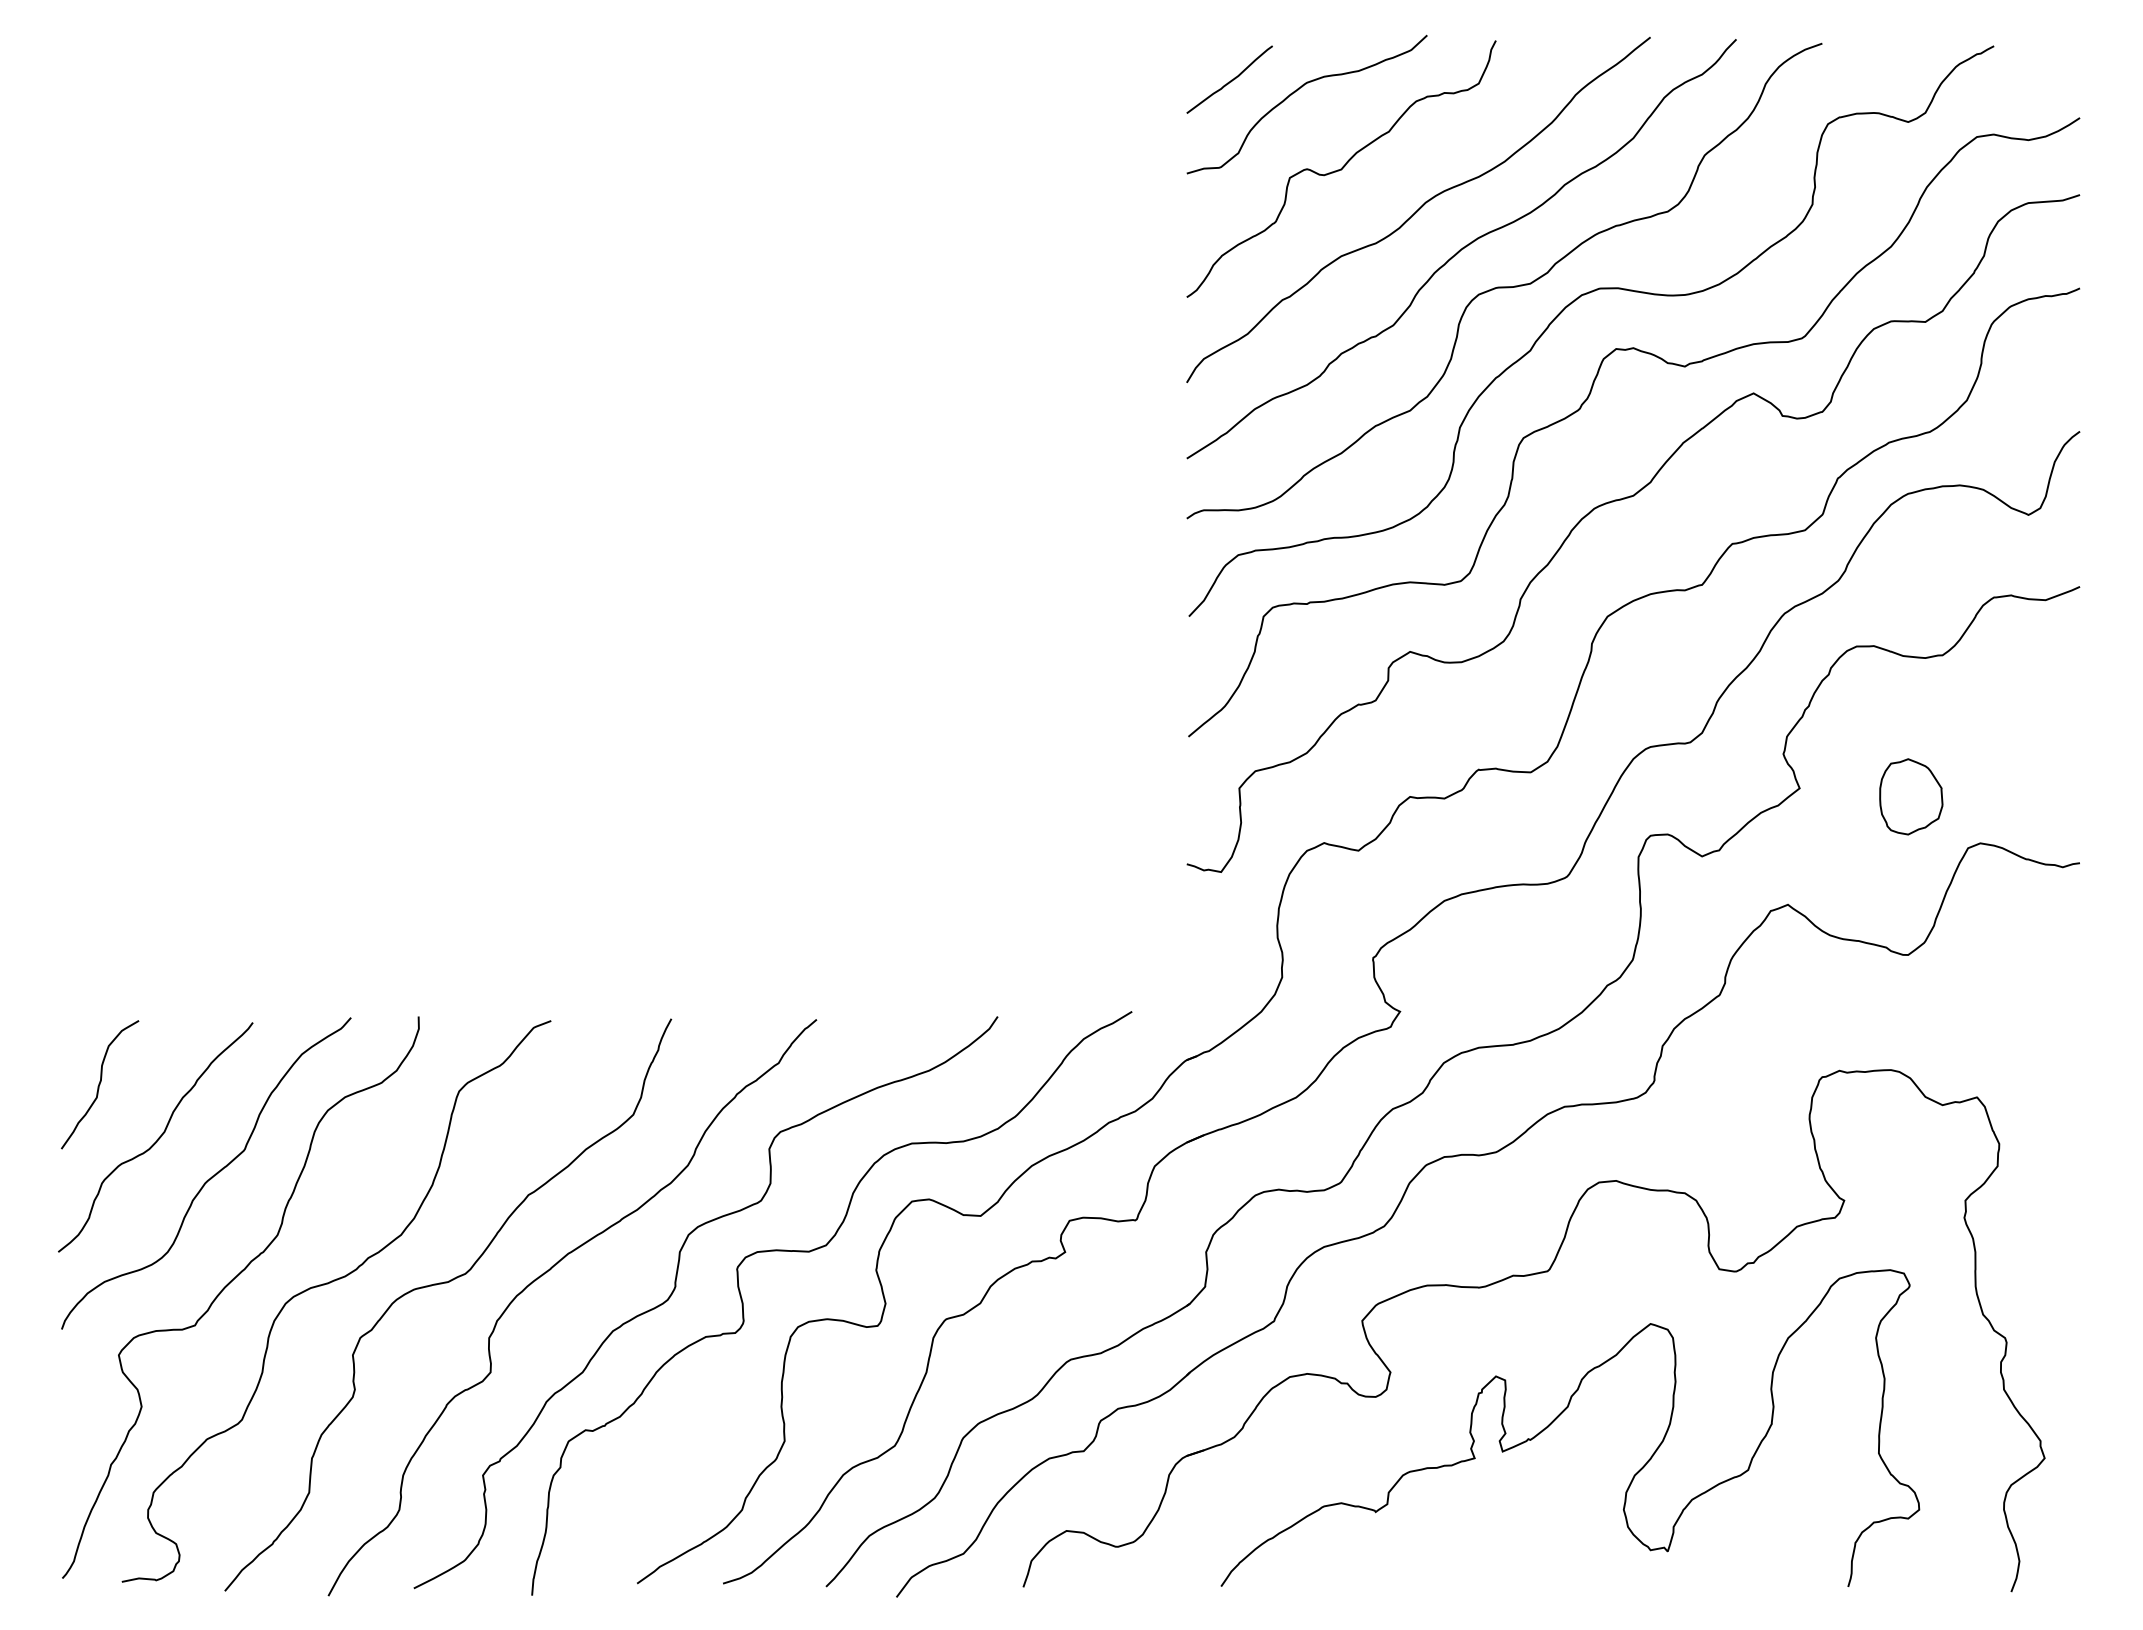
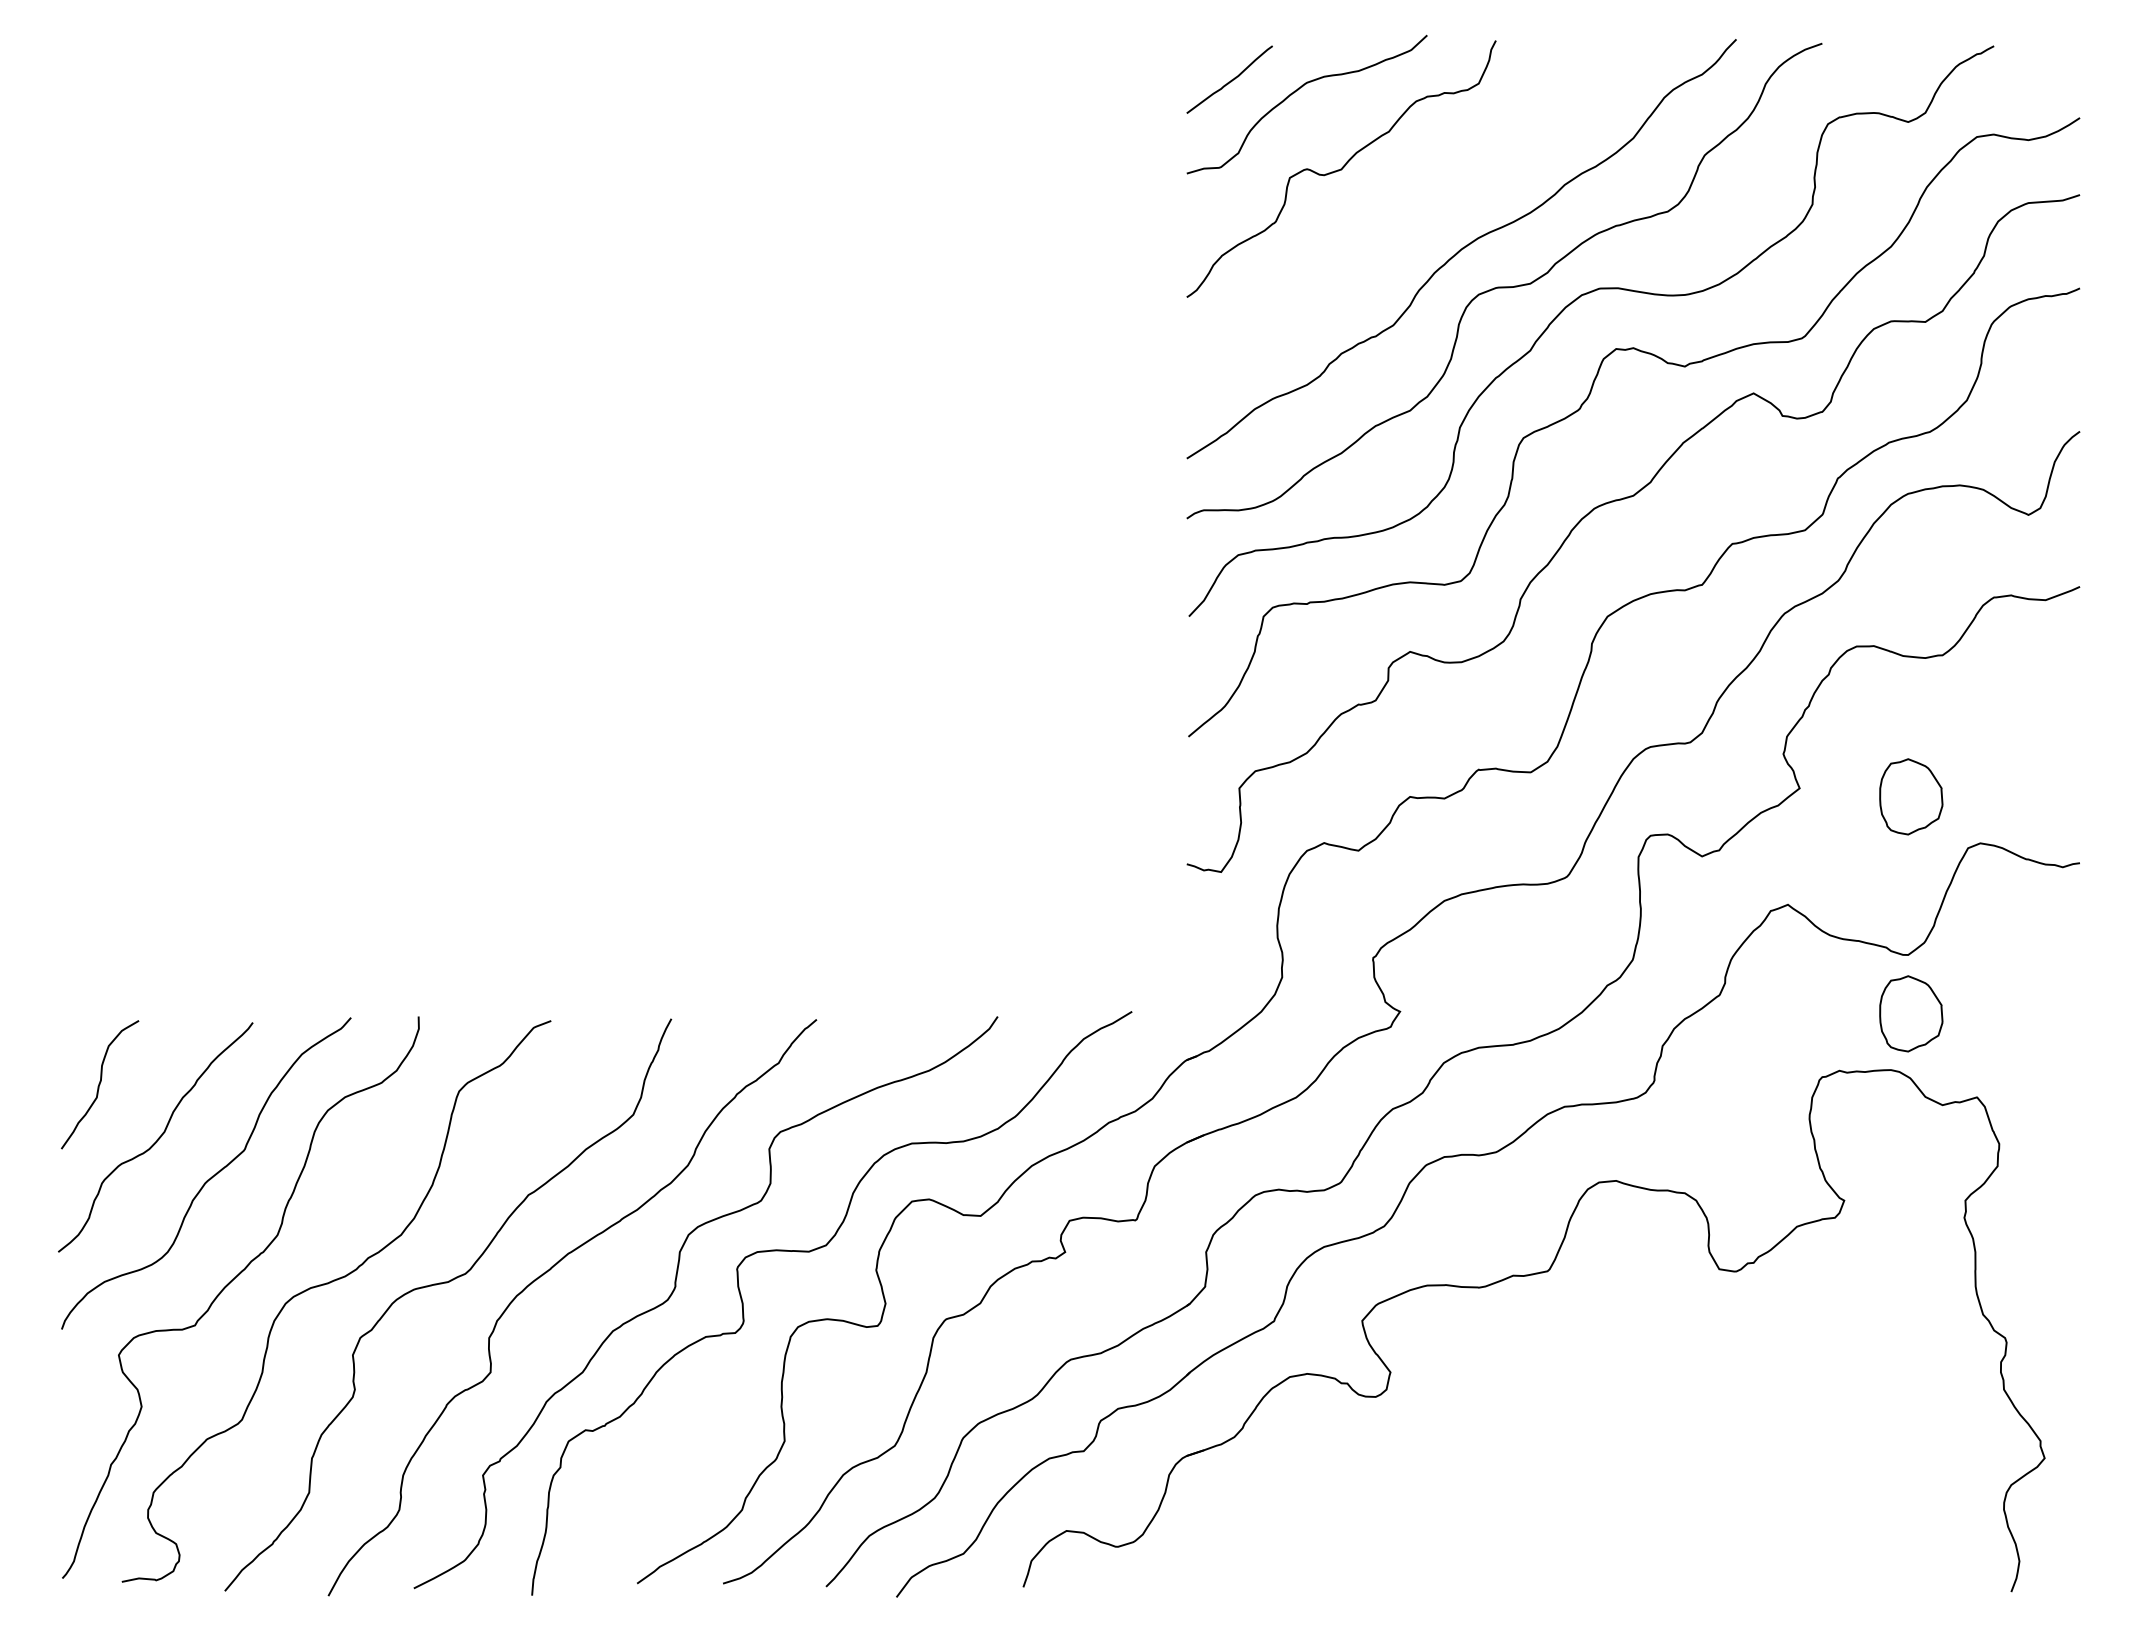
curve at (1418, 209): present -> none
part at (1911, 1013): none -> present
curve at (1559, 1416): present -> none
